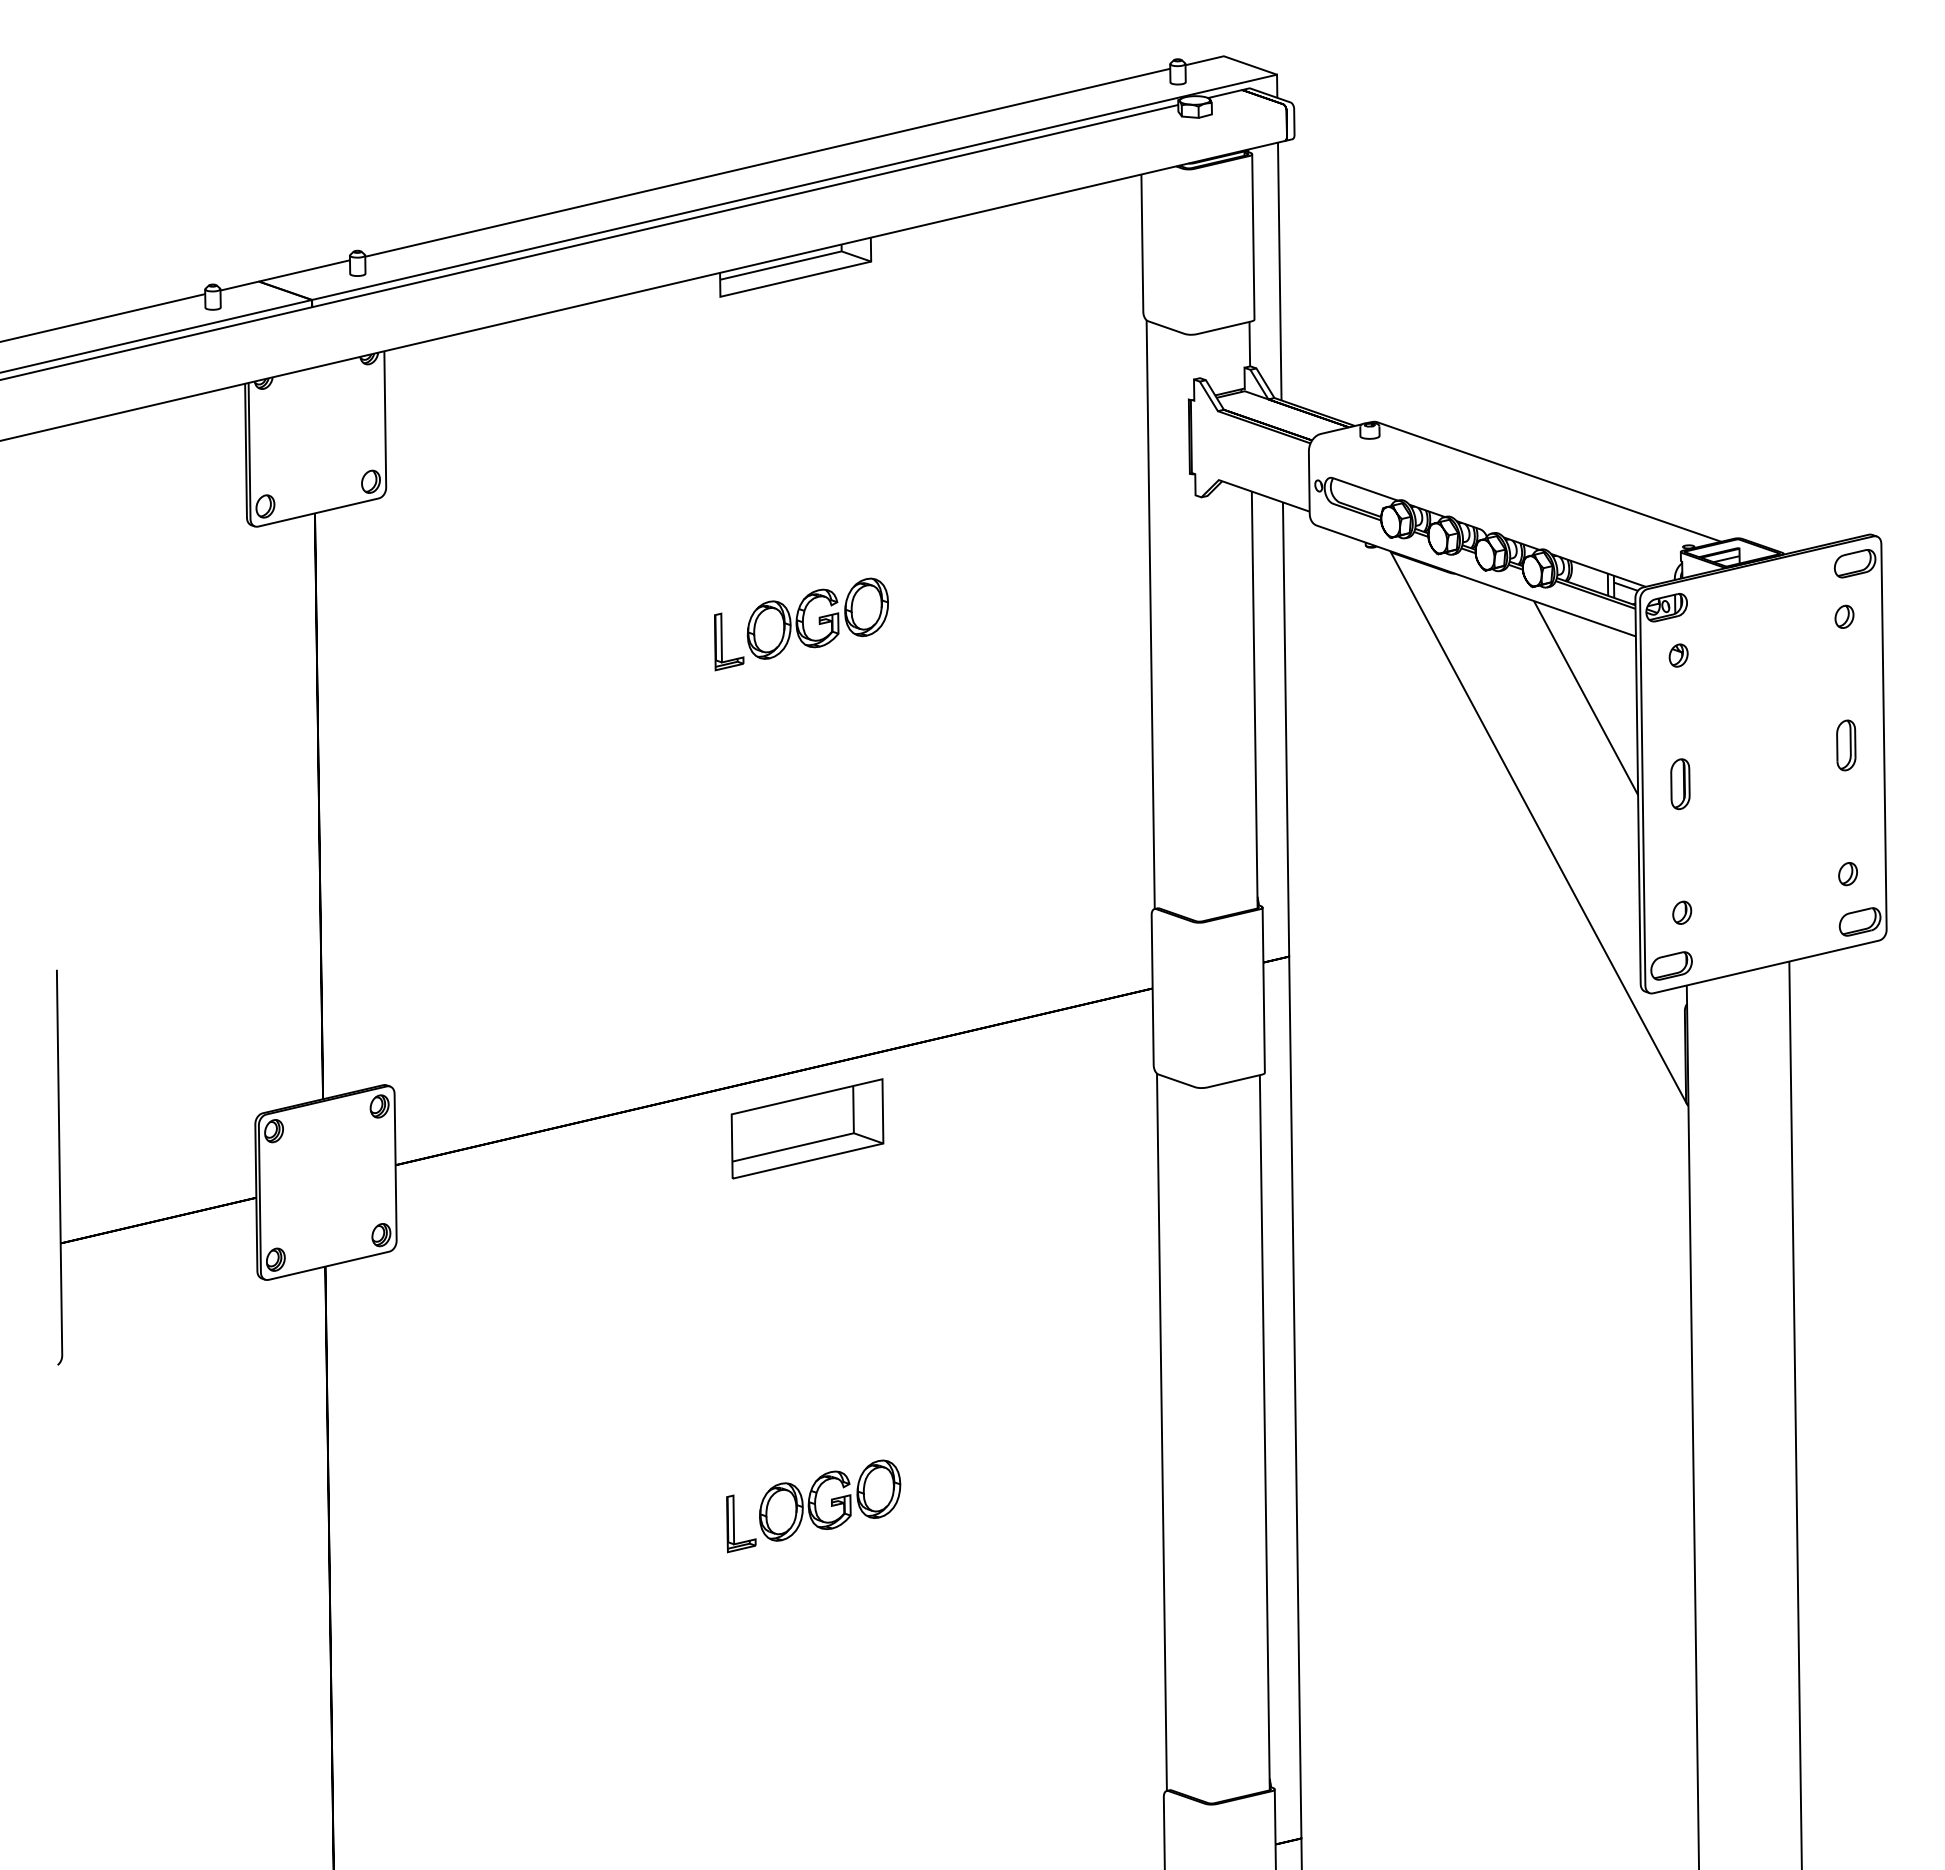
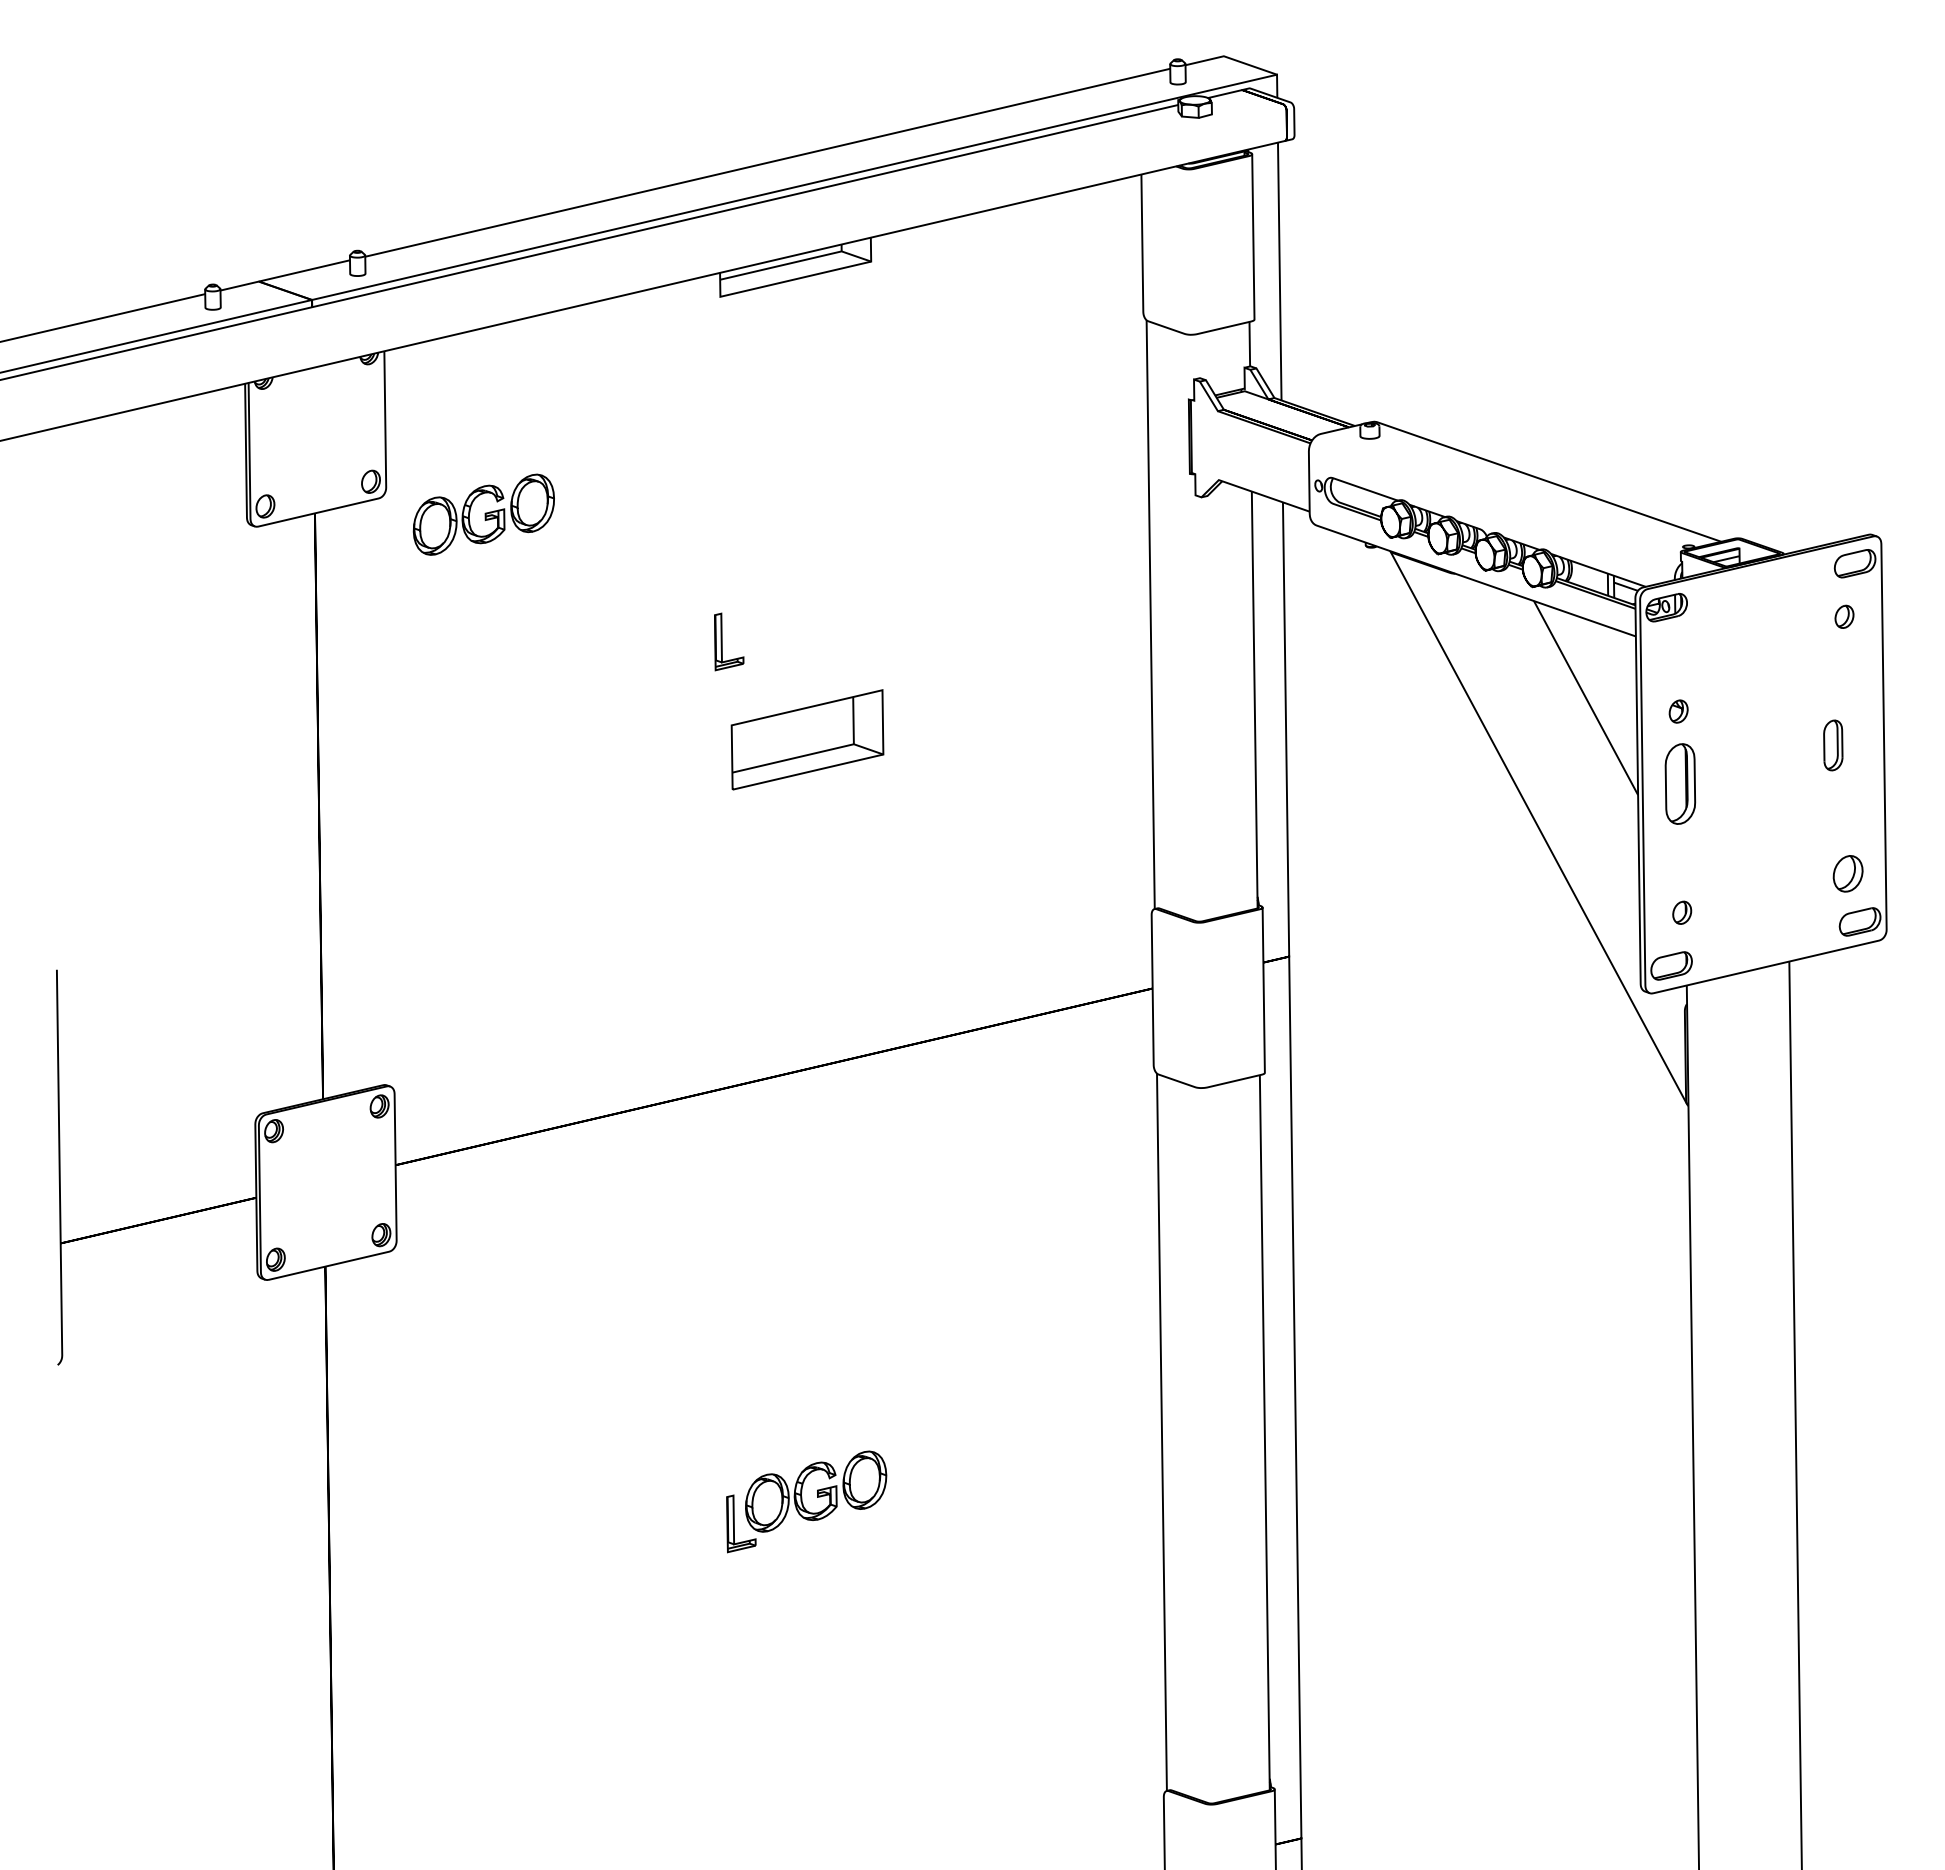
part at (817, 618) position: (817, 618) -> (483, 514)
part at (1678, 655) position: (1678, 655) -> (1678, 711)
part at (1846, 745) position: (1846, 745) -> (1833, 745)
part at (1680, 784) size: 21x53 px -> 33x82 px
part at (1847, 874) size: 20x25 px -> 32x38 px
part at (807, 1128) position: (807, 1128) -> (807, 739)
part at (830, 1500) position: (830, 1500) -> (816, 1491)
